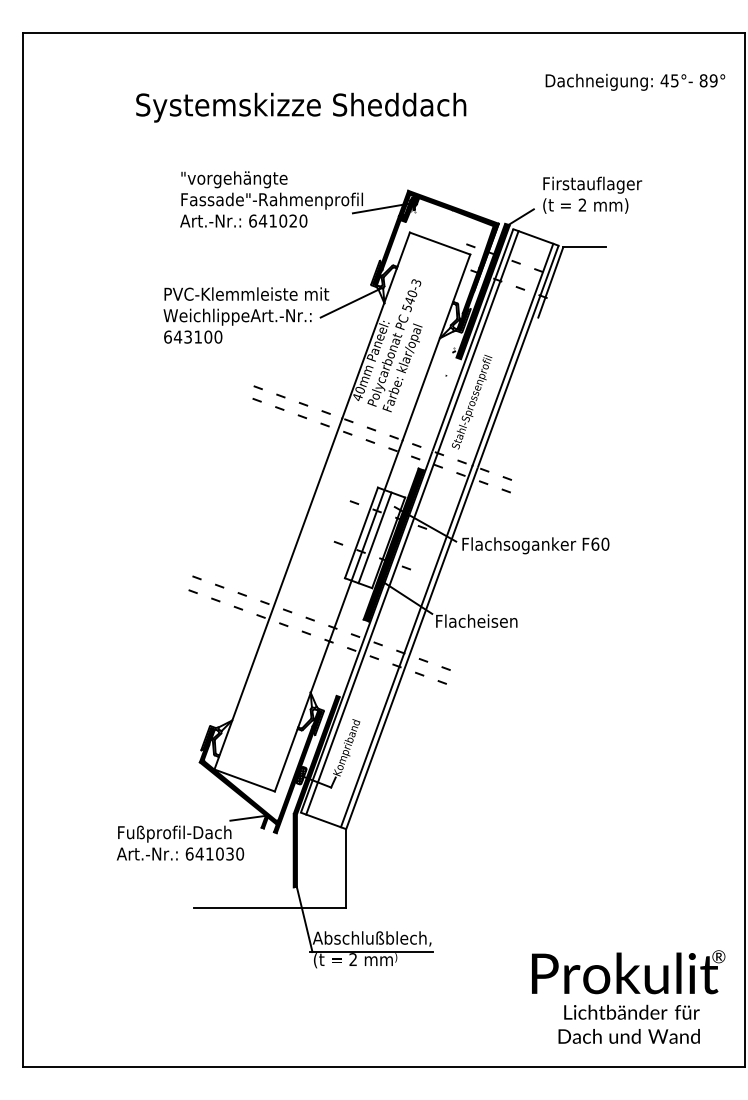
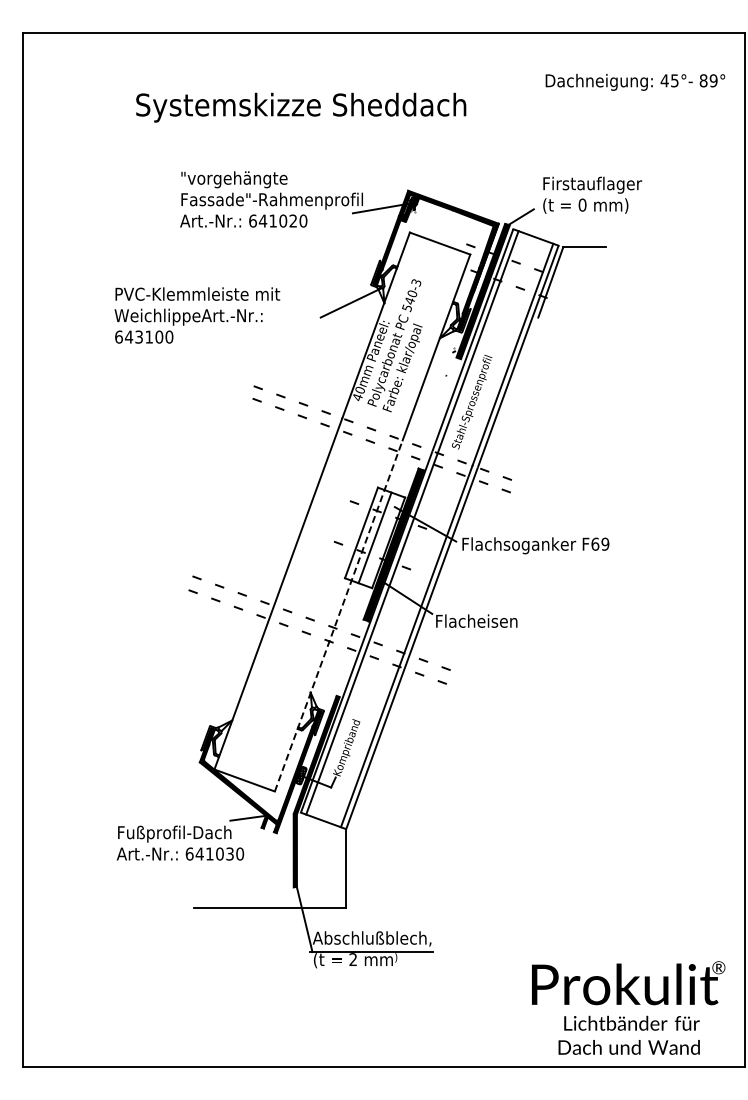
text at (582, 204): 2 -> 0
text at (246, 315) position: (246, 315) -> (197, 315)
text at (605, 544): F60 -> F69
line at (338, 615): solid -> dashed
text at (628, 996) position: (628, 996) -> (628, 1007)
